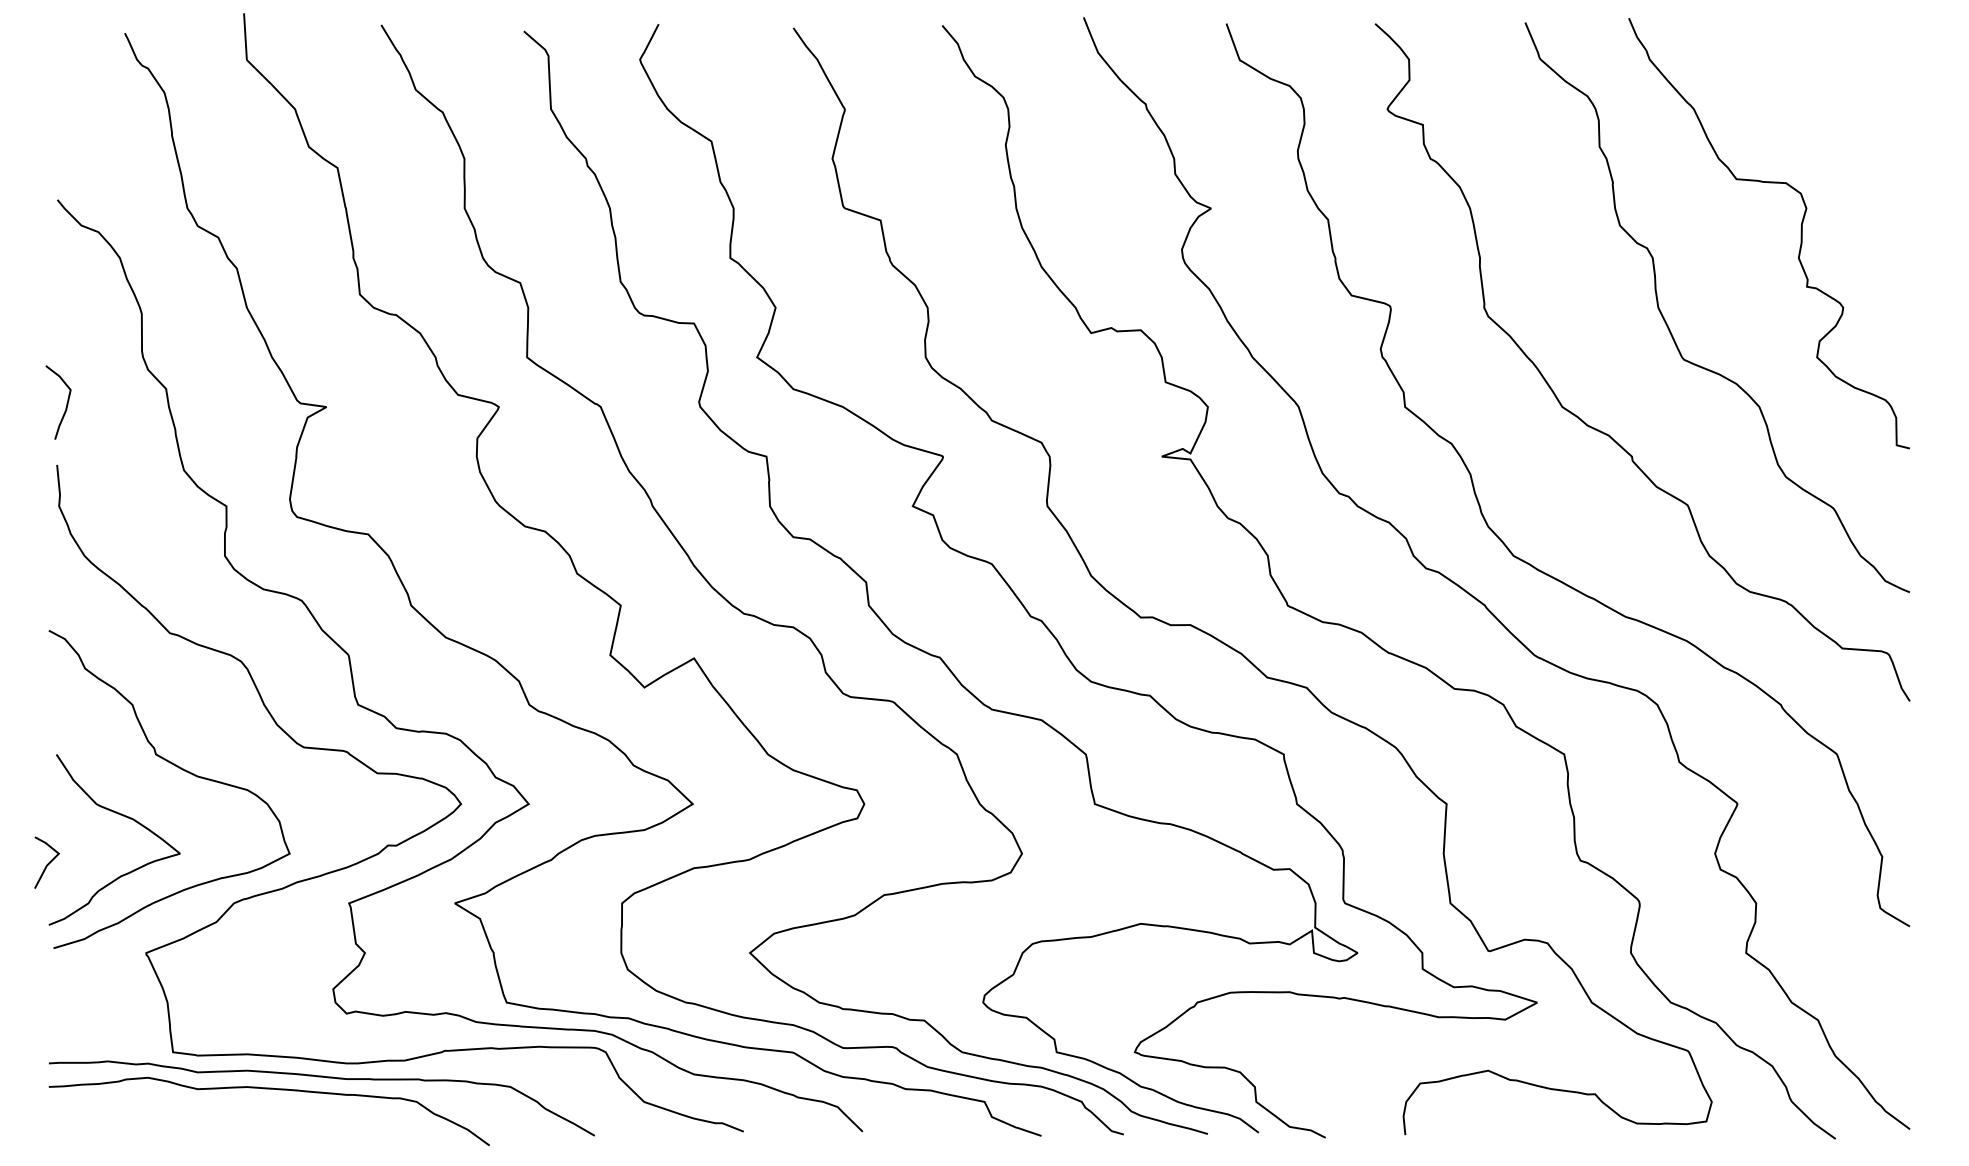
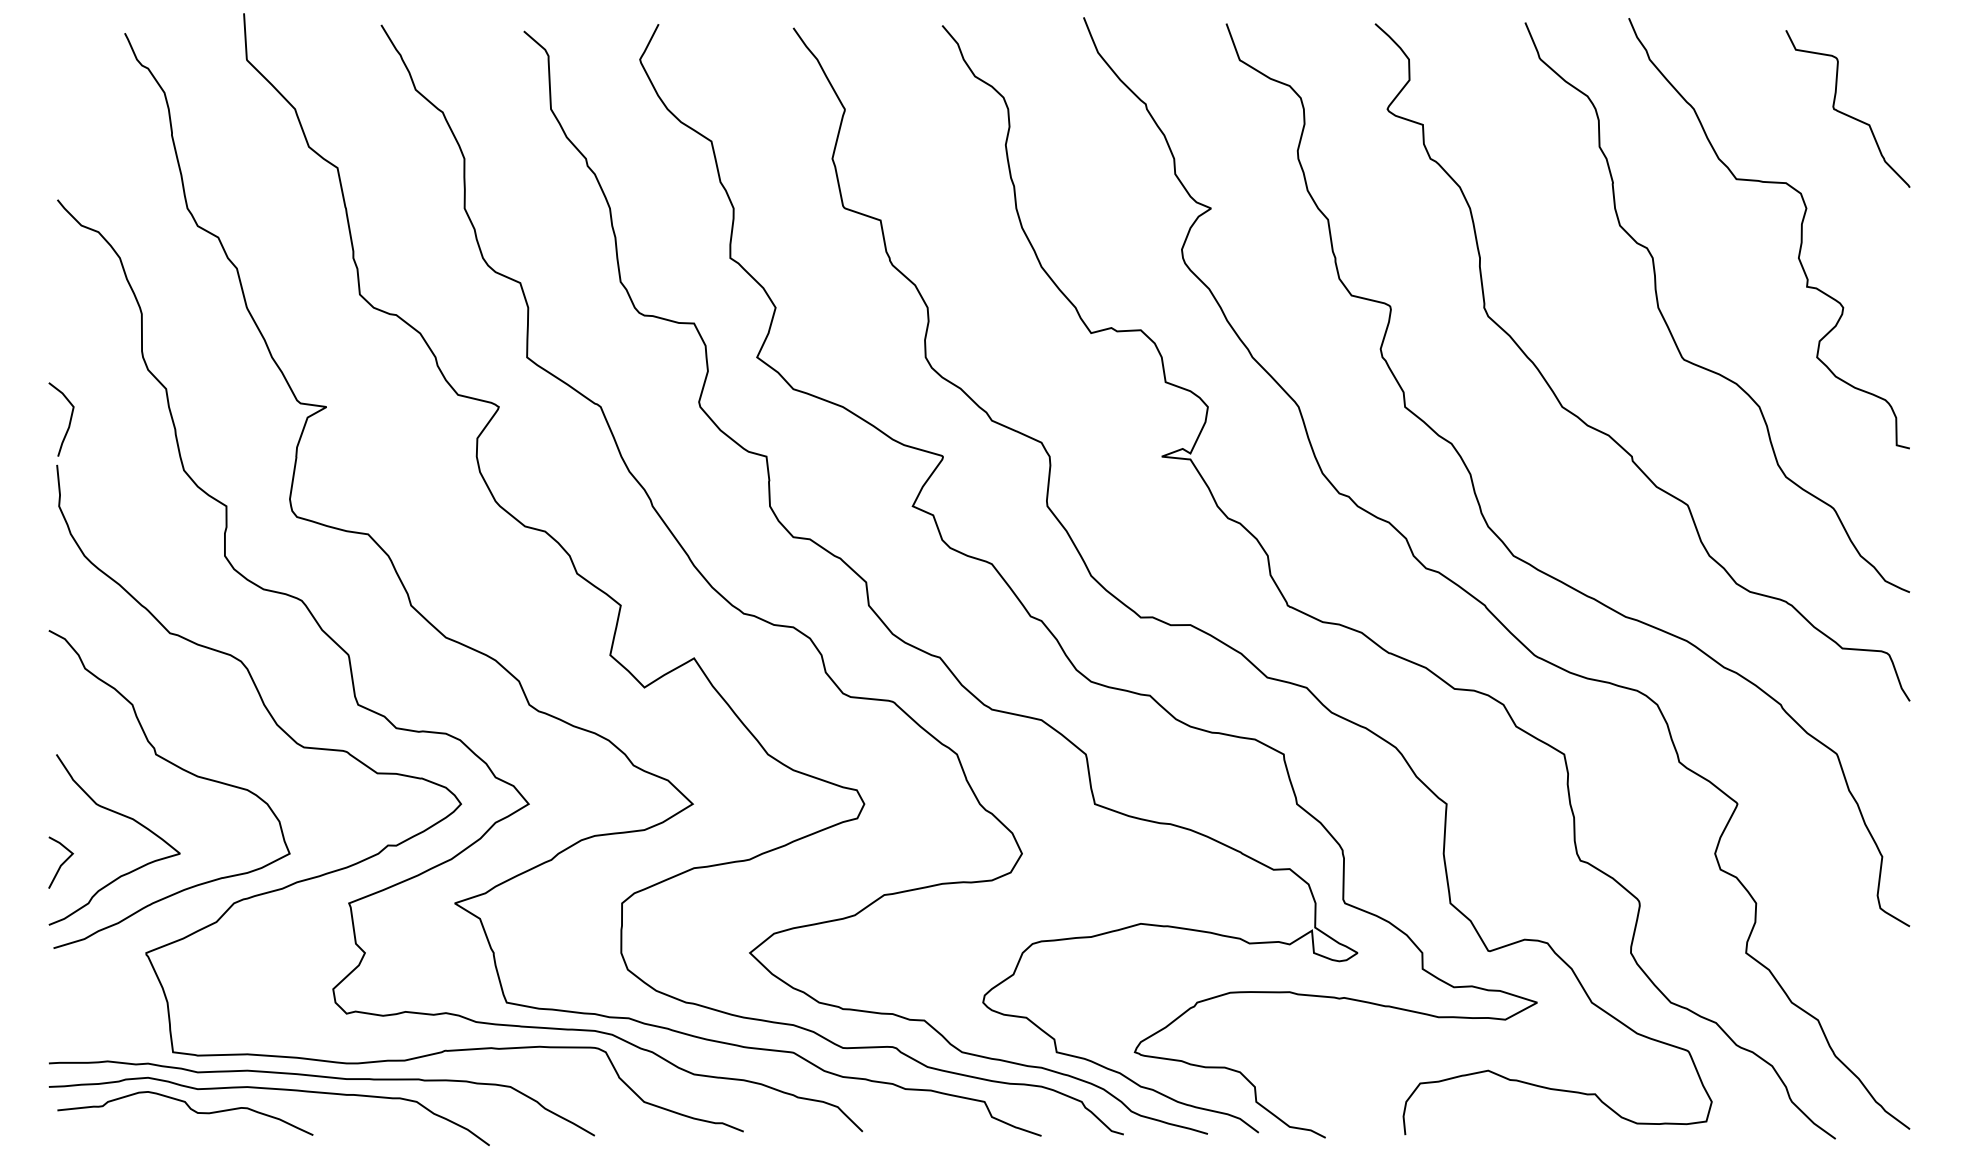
curve at (1845, 113): none -> present
curve at (66, 403) position: (66, 403) -> (69, 420)
line at (47, 863) position: (47, 863) -> (61, 863)
curve at (189, 1108): none -> present
